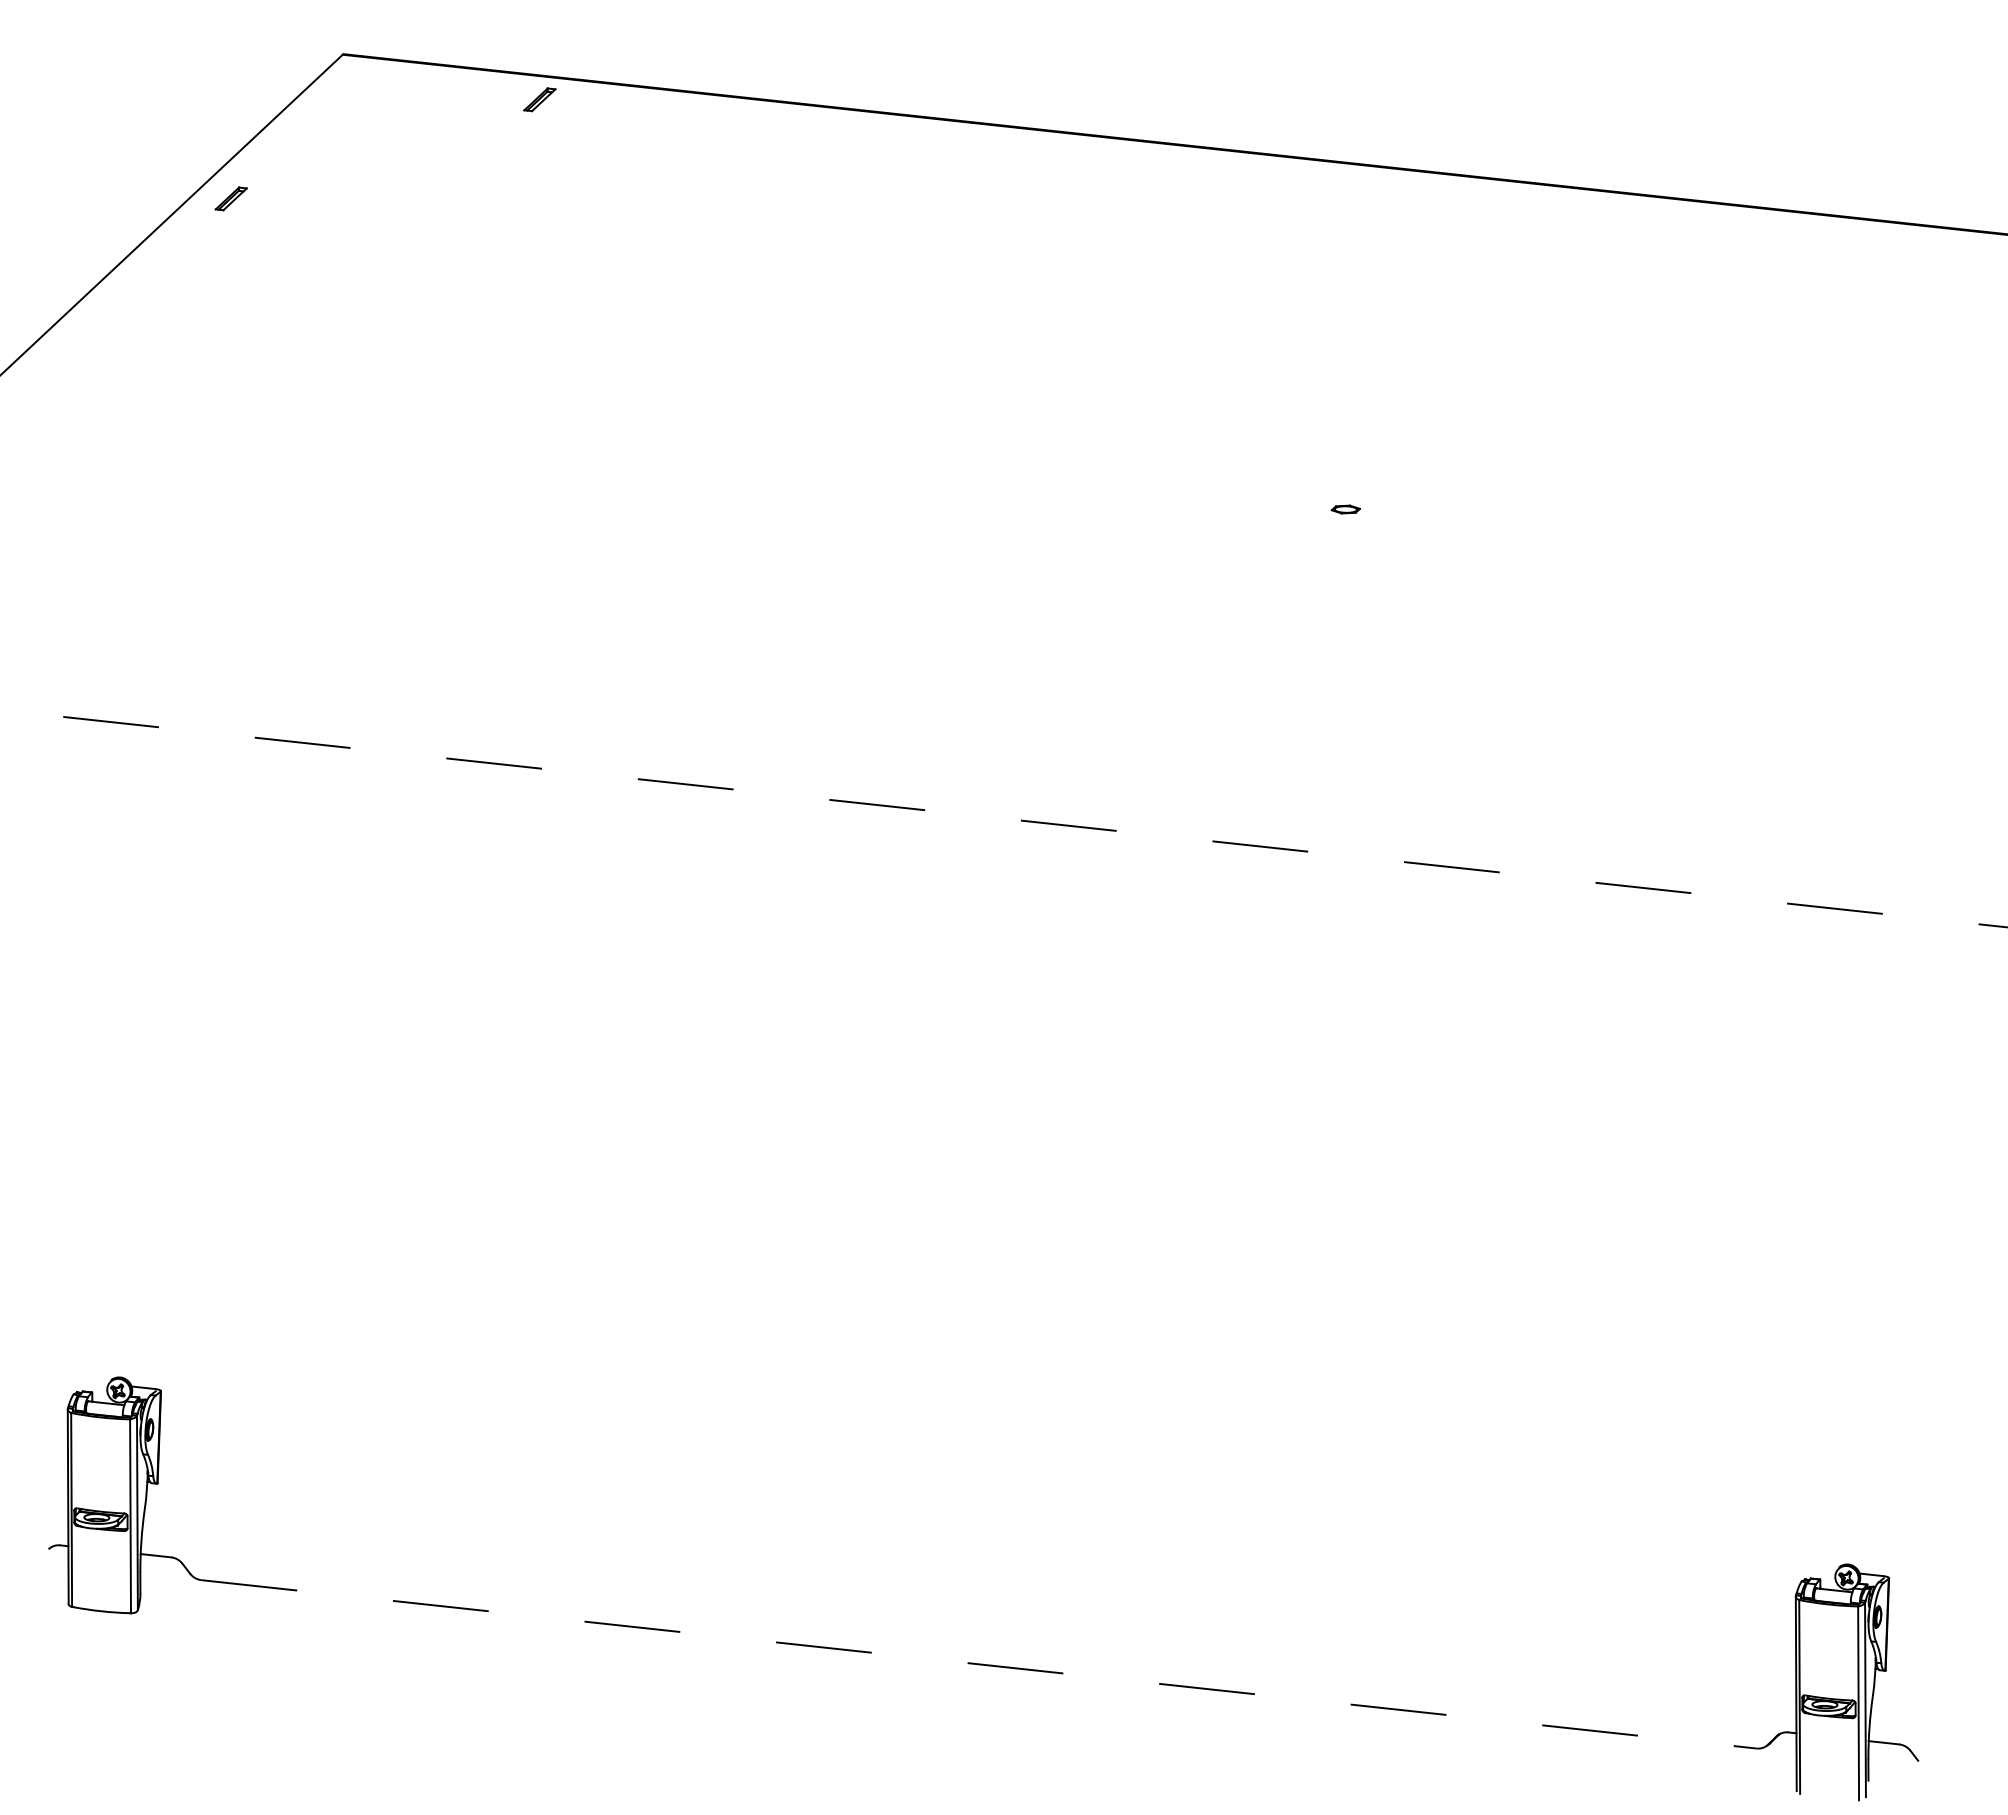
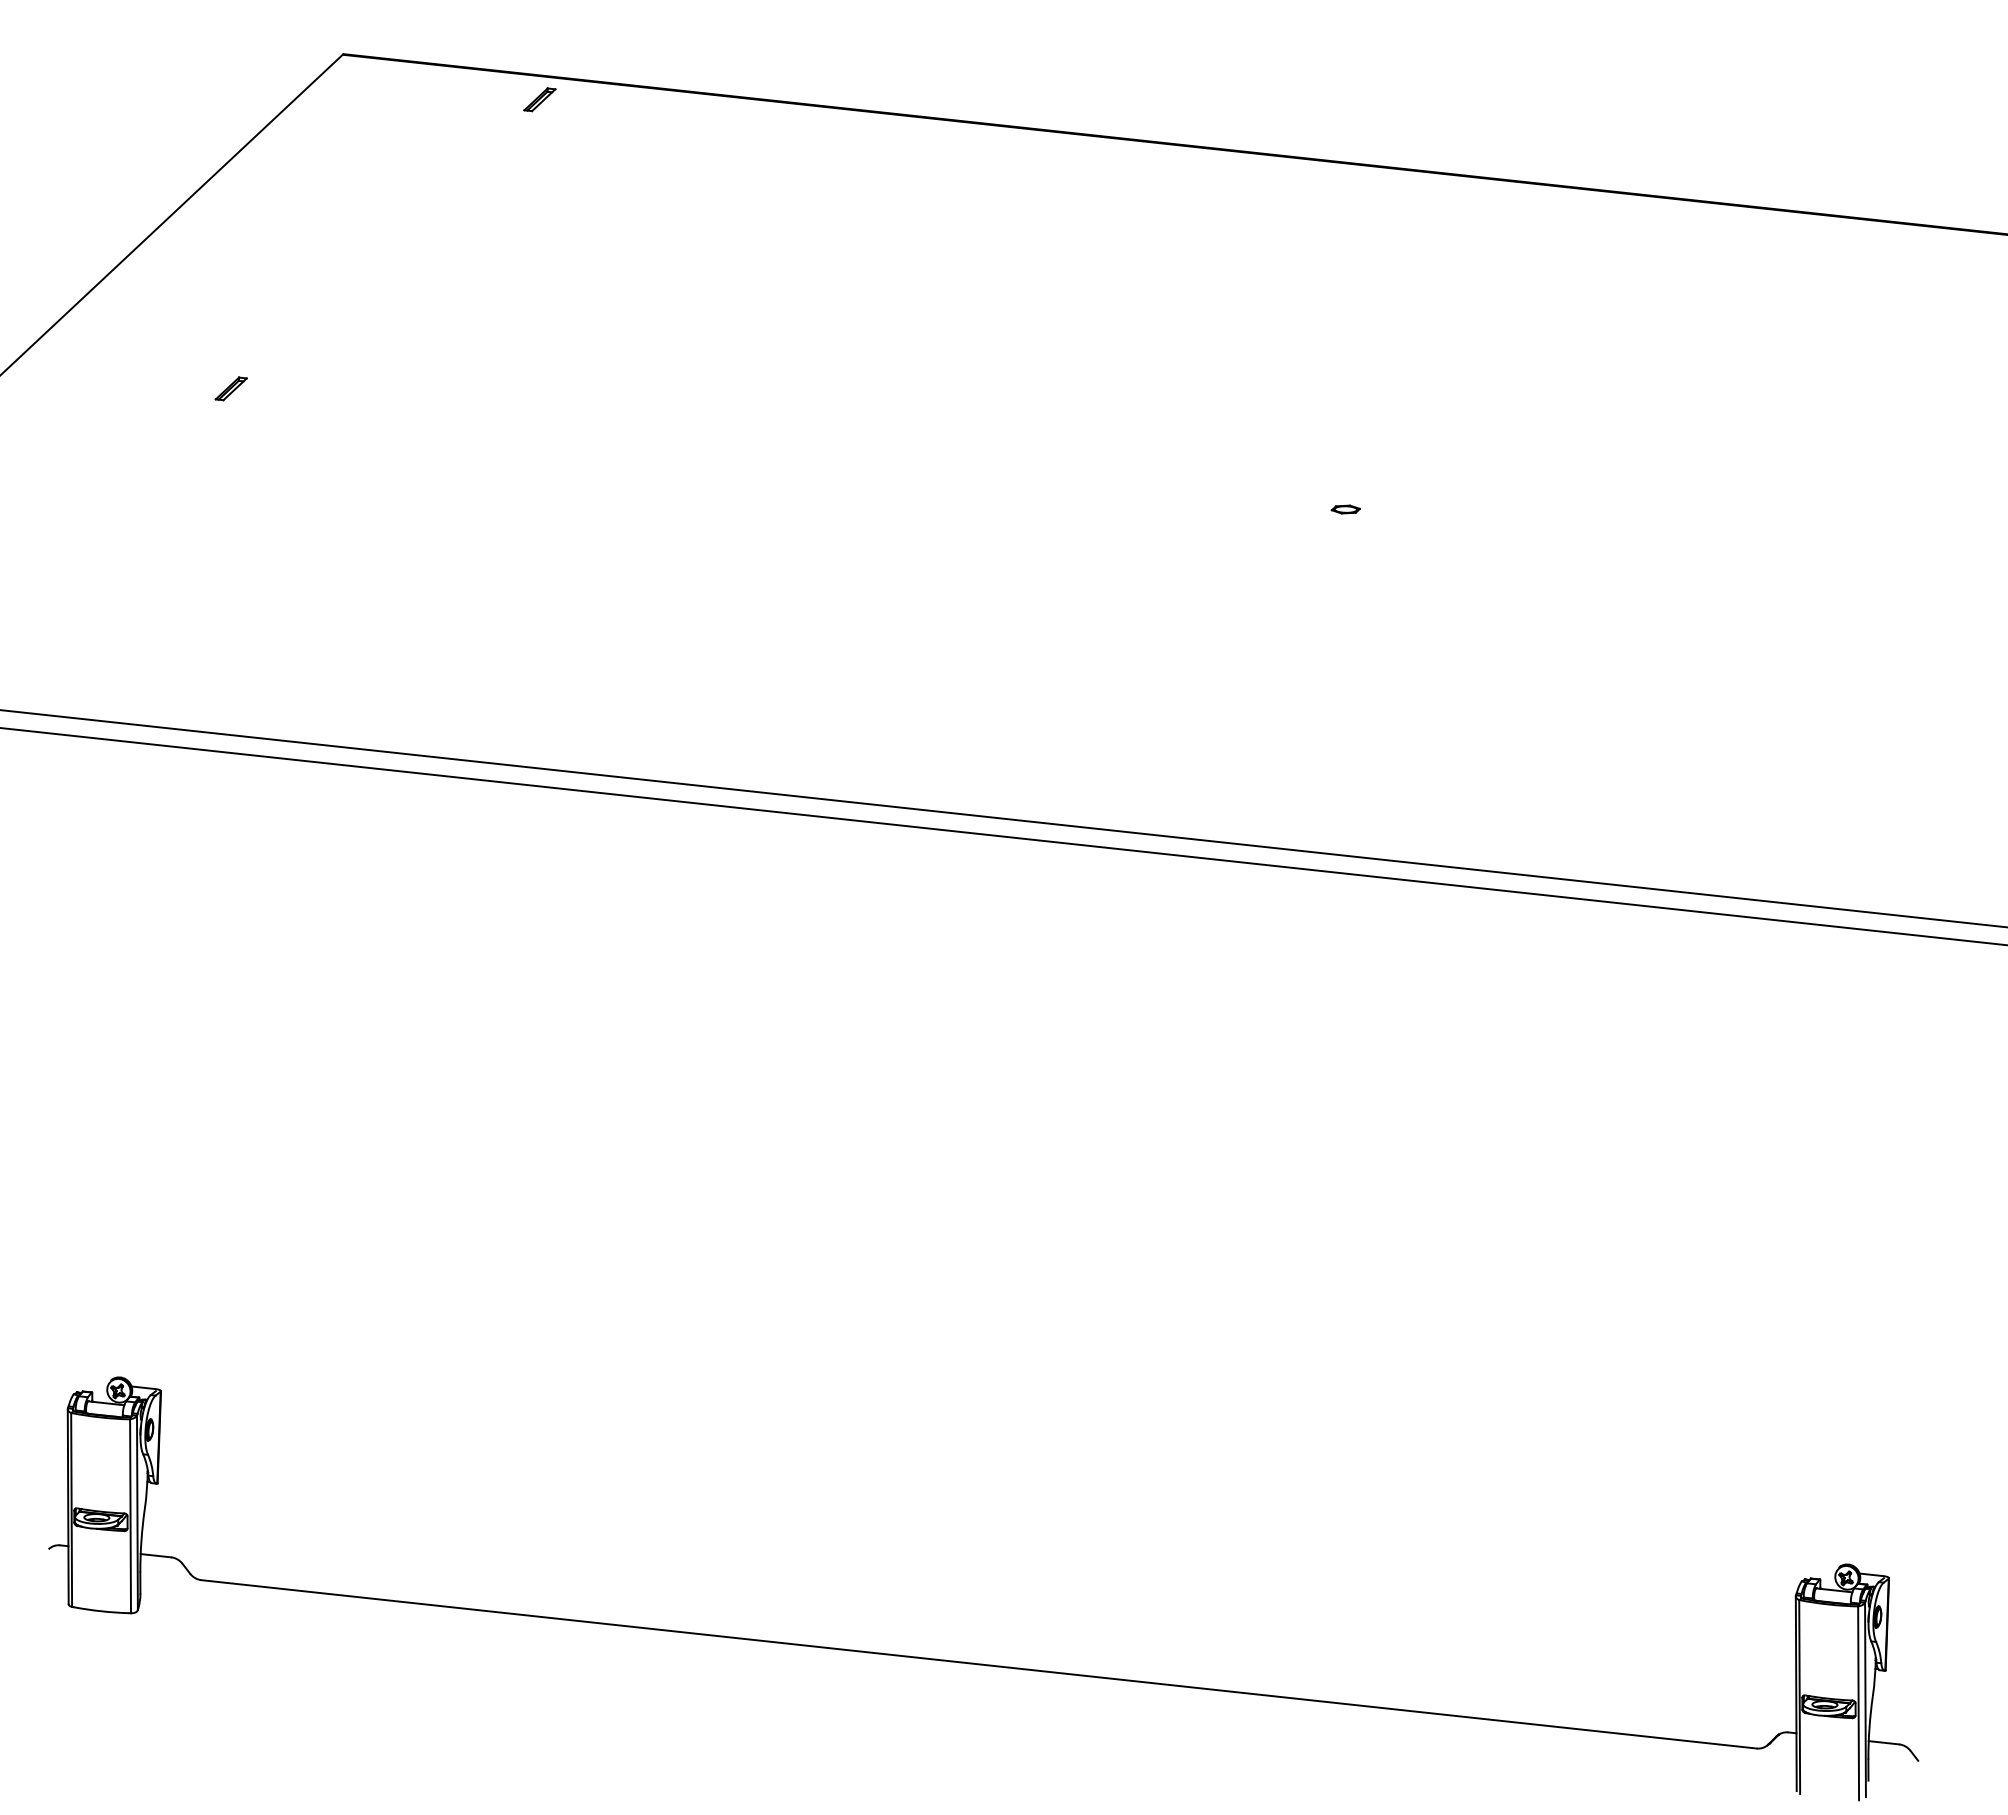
part at (230, 198) position: (230, 198) -> (230, 388)
line at (1004, 818): dashed -> solid
line at (1003, 836): none -> present
line at (979, 1664): dashed -> solid
